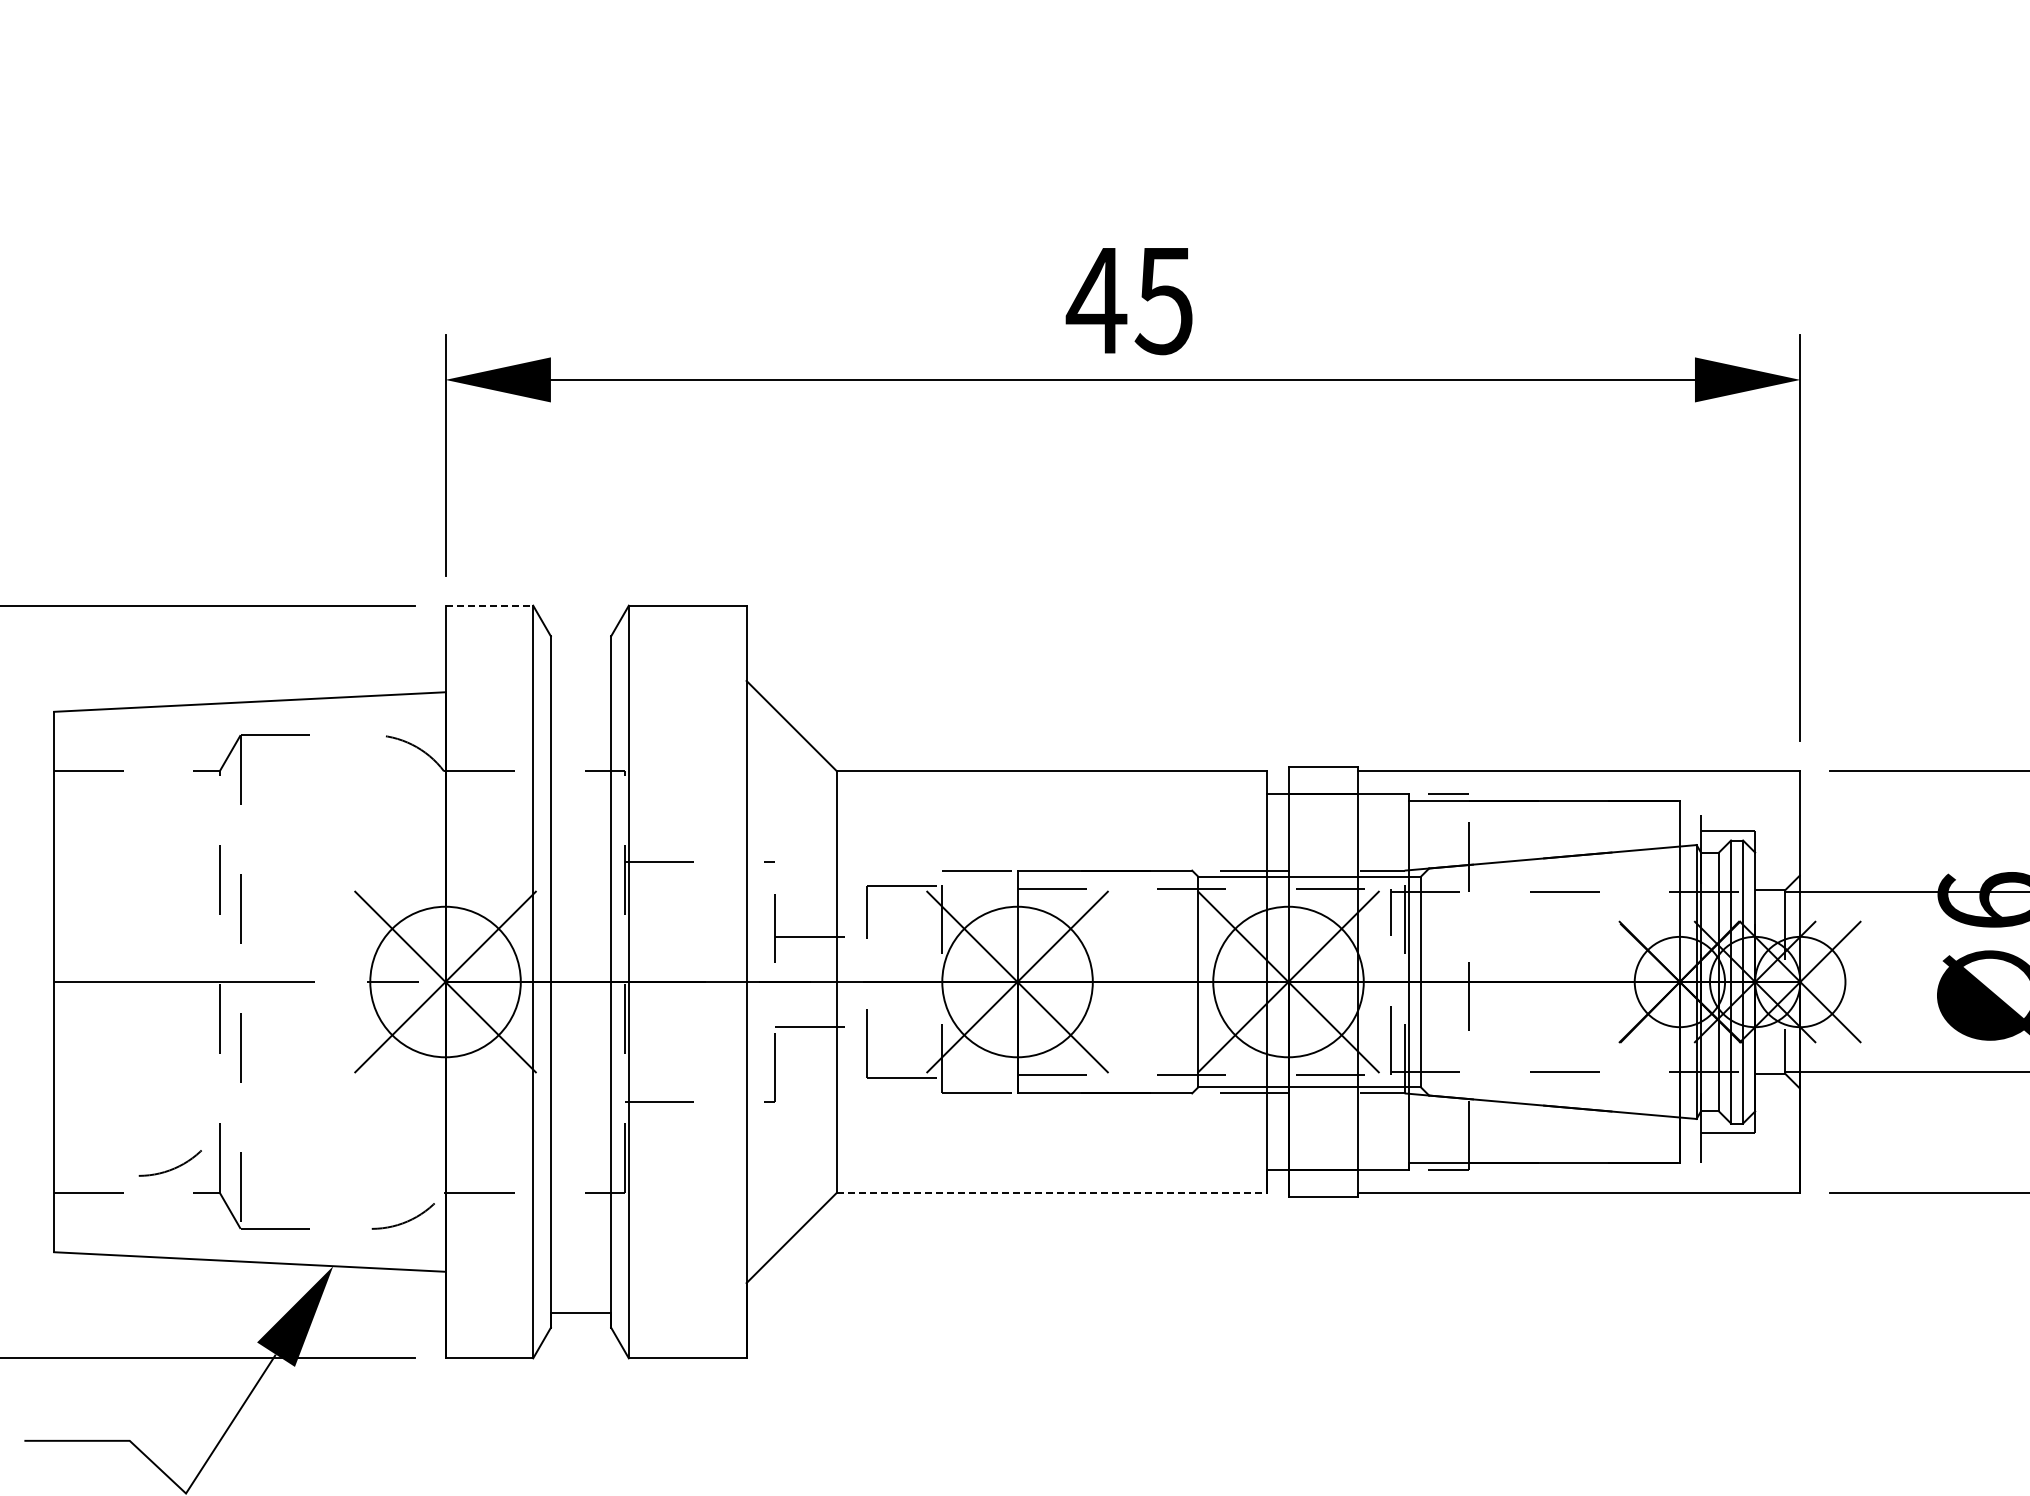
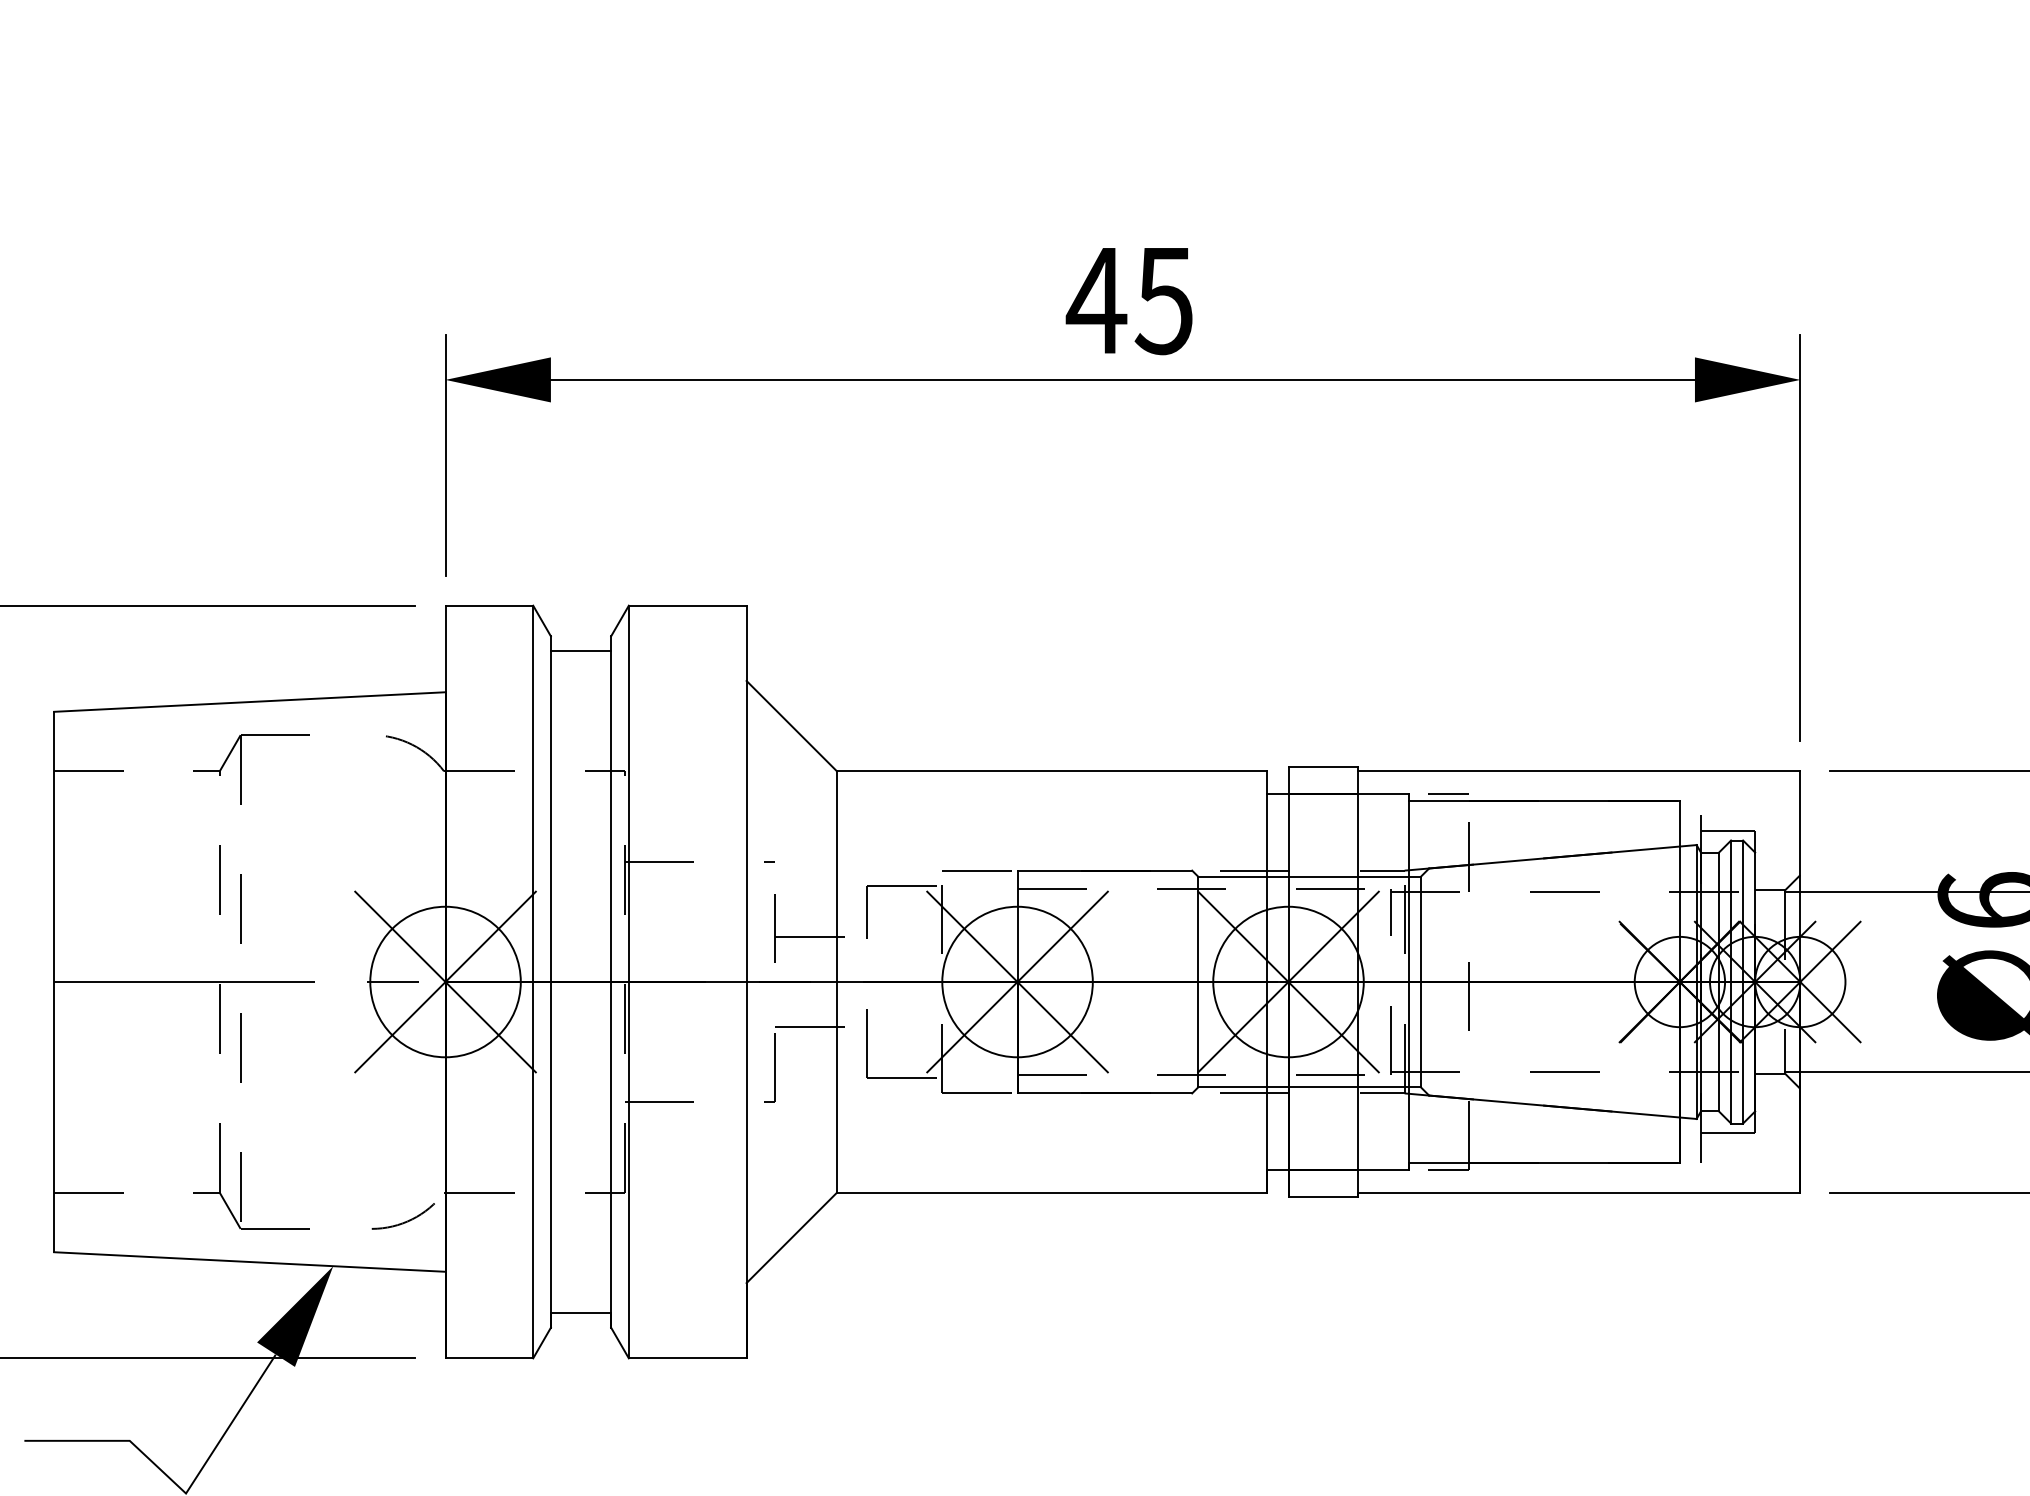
line at (489, 605): dashed -> solid
line at (580, 650): none -> present
arc at (171, 1168): present -> none
line at (1052, 1192): dashed -> solid
